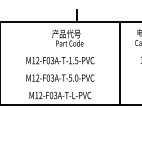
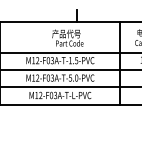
line at (70, 52): none -> present
line at (70, 69): none -> present
line at (70, 87): none -> present
